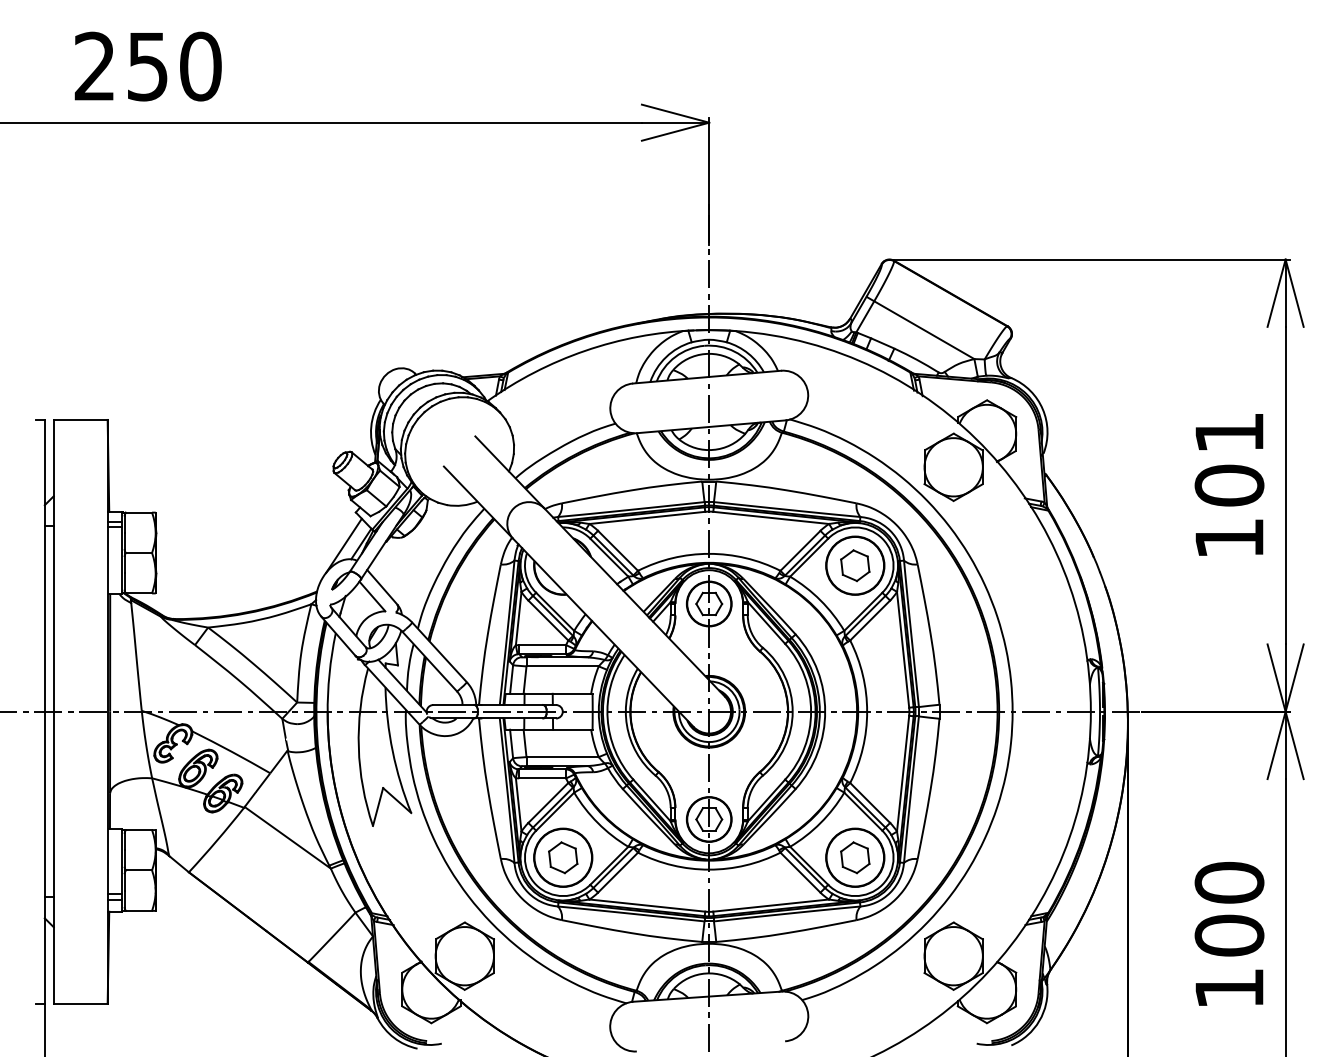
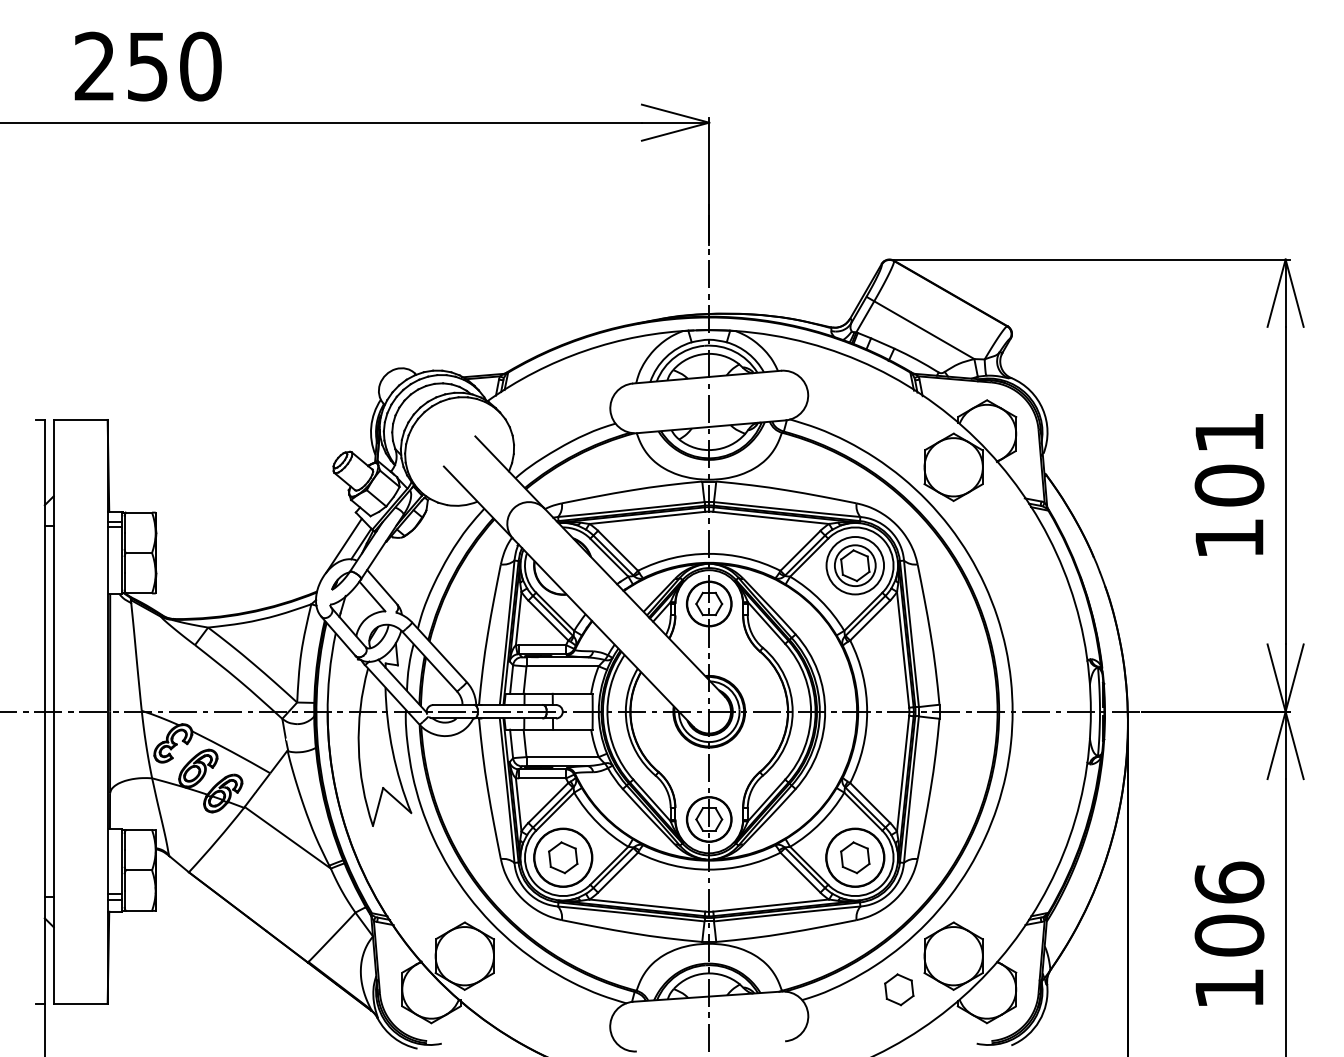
circle at (855, 565) diameter: 58 px -> 41 px
text at (1229, 882): 100 -> 106
part at (899, 989): none -> present
